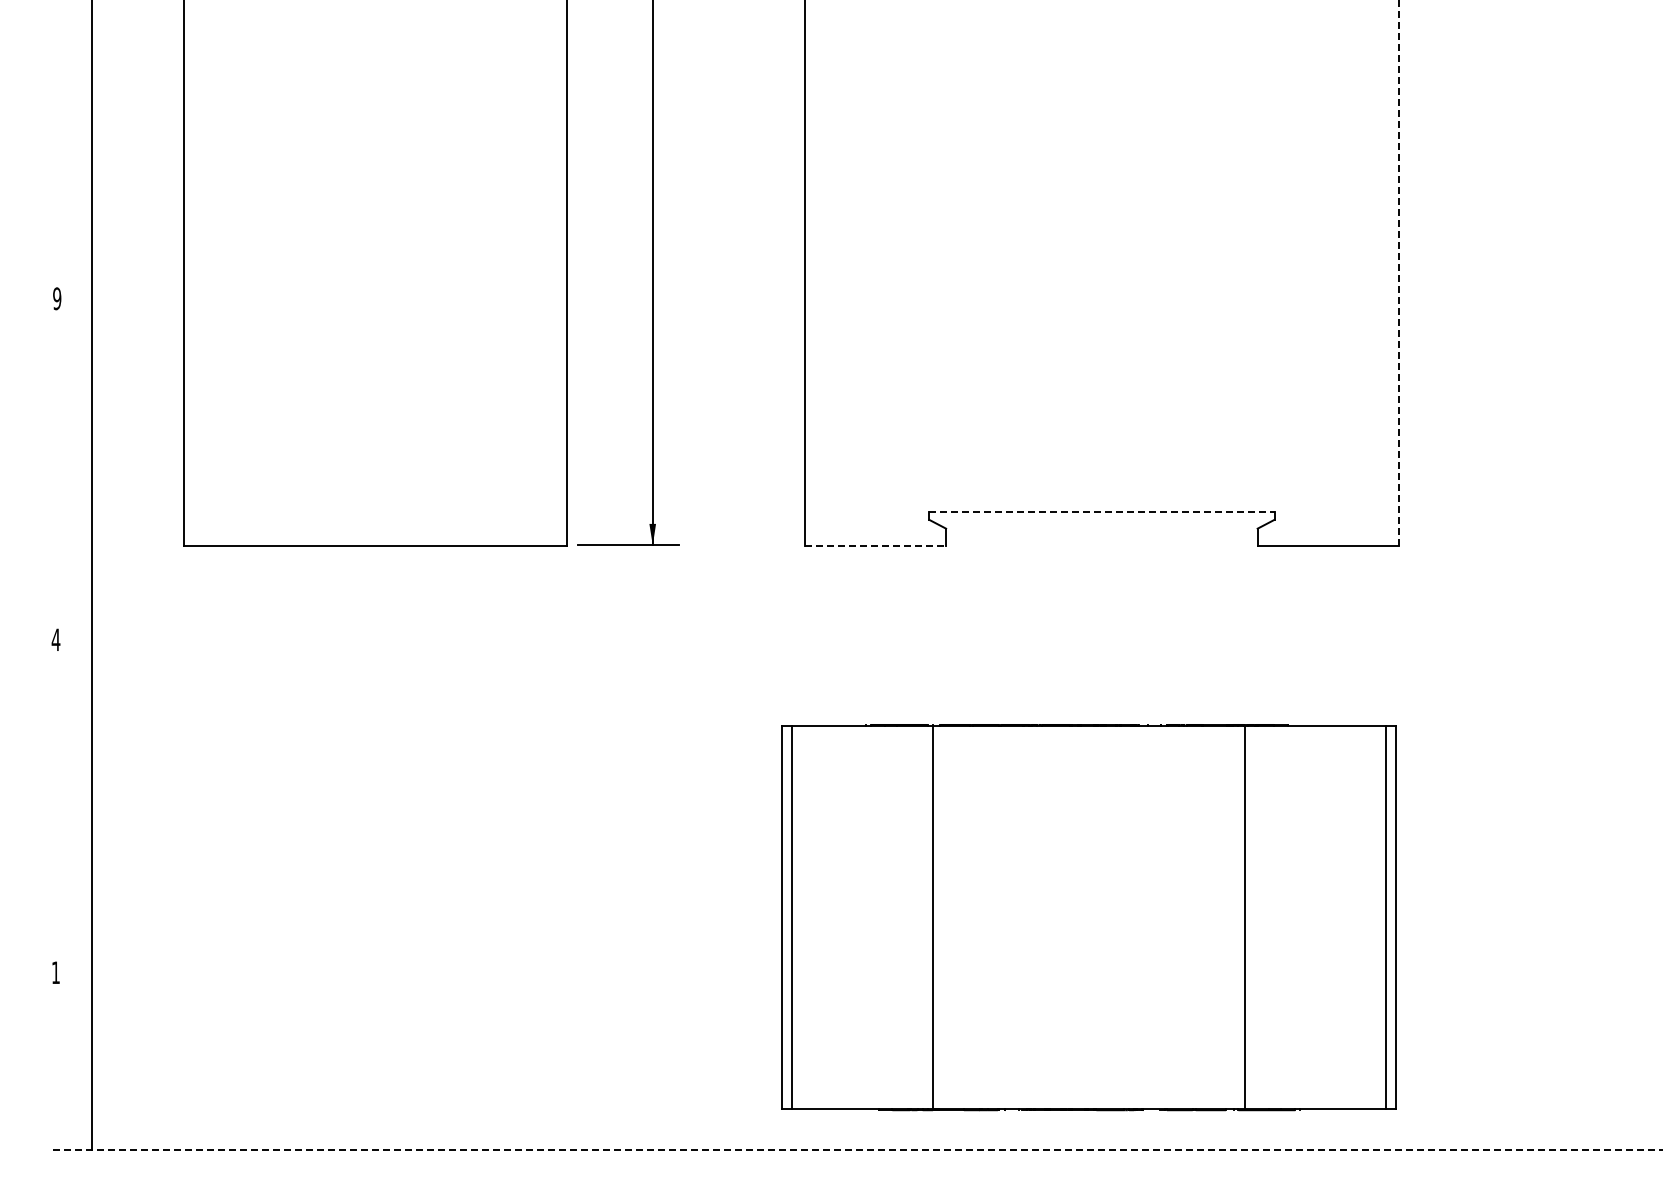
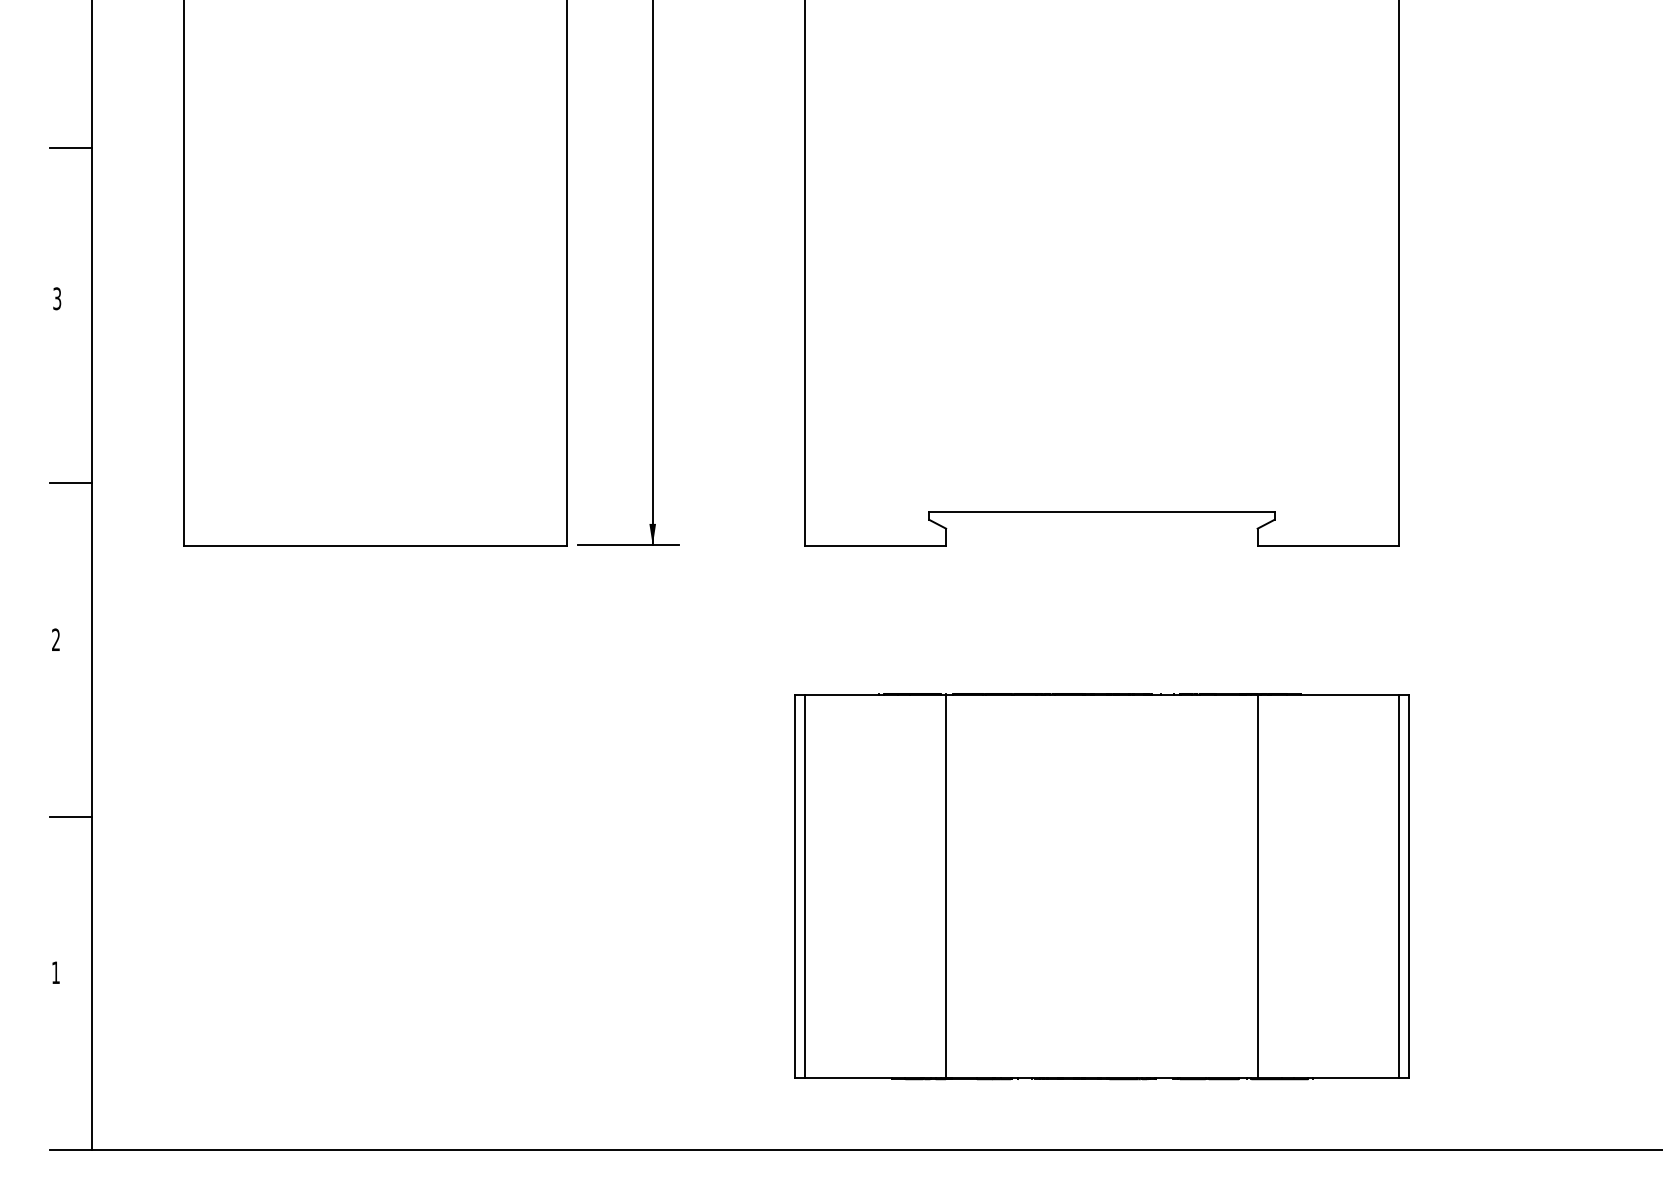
line at (70, 148): none -> present
line at (1398, 272): dashed -> solid
text at (57, 298): 9 -> 3
line at (70, 482): none -> present
line at (1101, 511): dashed -> solid
line at (875, 545): dashed -> solid
text at (55, 639): 4 -> 2
line at (70, 817): none -> present
part at (1088, 917) position: (1088, 917) -> (1101, 886)
line at (855, 1150): dashed -> solid
